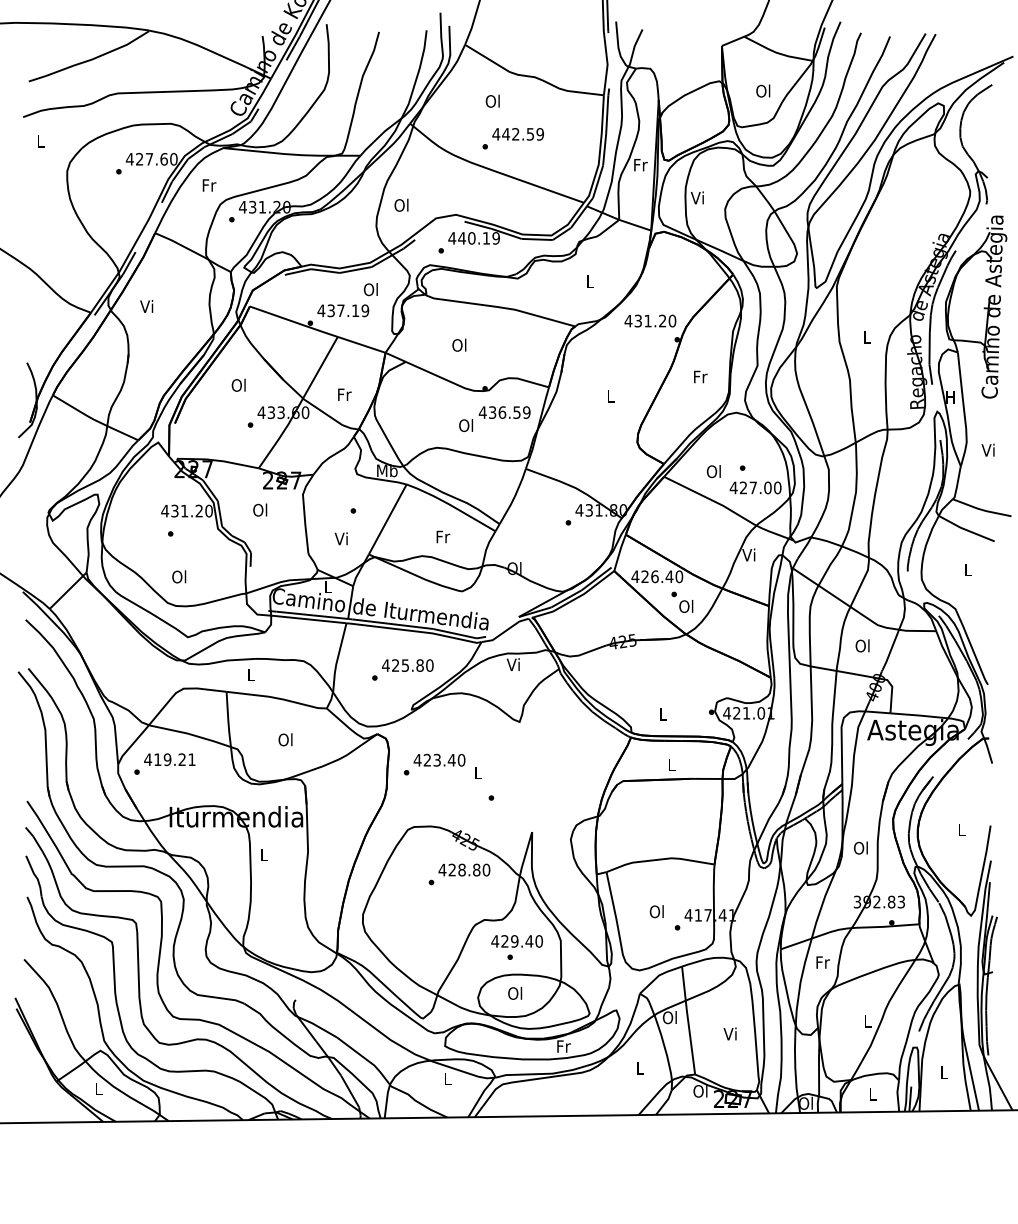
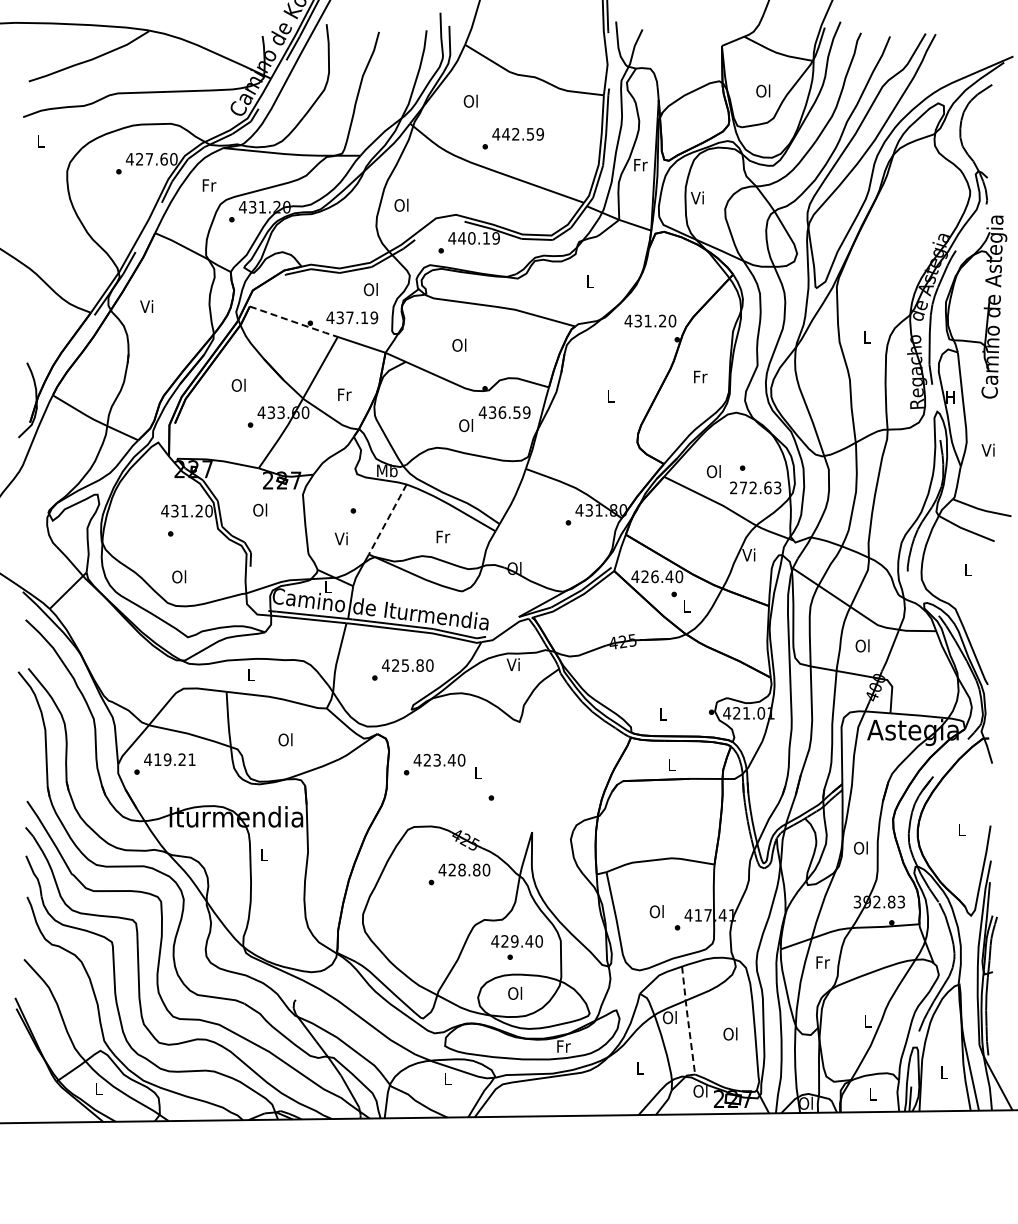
text at (492, 100) position: (492, 100) -> (470, 100)
text at (343, 310) position: (343, 310) -> (352, 317)
line at (295, 322): solid -> dashed
text at (755, 487): 427.00 -> 272.63
line at (387, 519): solid -> dashed
text at (686, 606): Ol -> L
line at (688, 1020): solid -> dashed
text at (730, 1033): Vi -> Ol
